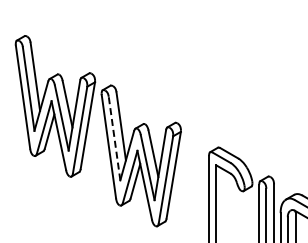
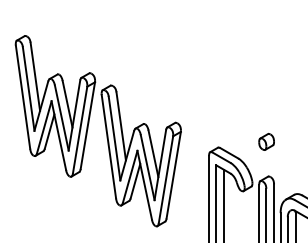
line at (114, 138): dashed -> solid
part at (266, 141): none -> present
line at (223, 204): none -> present
